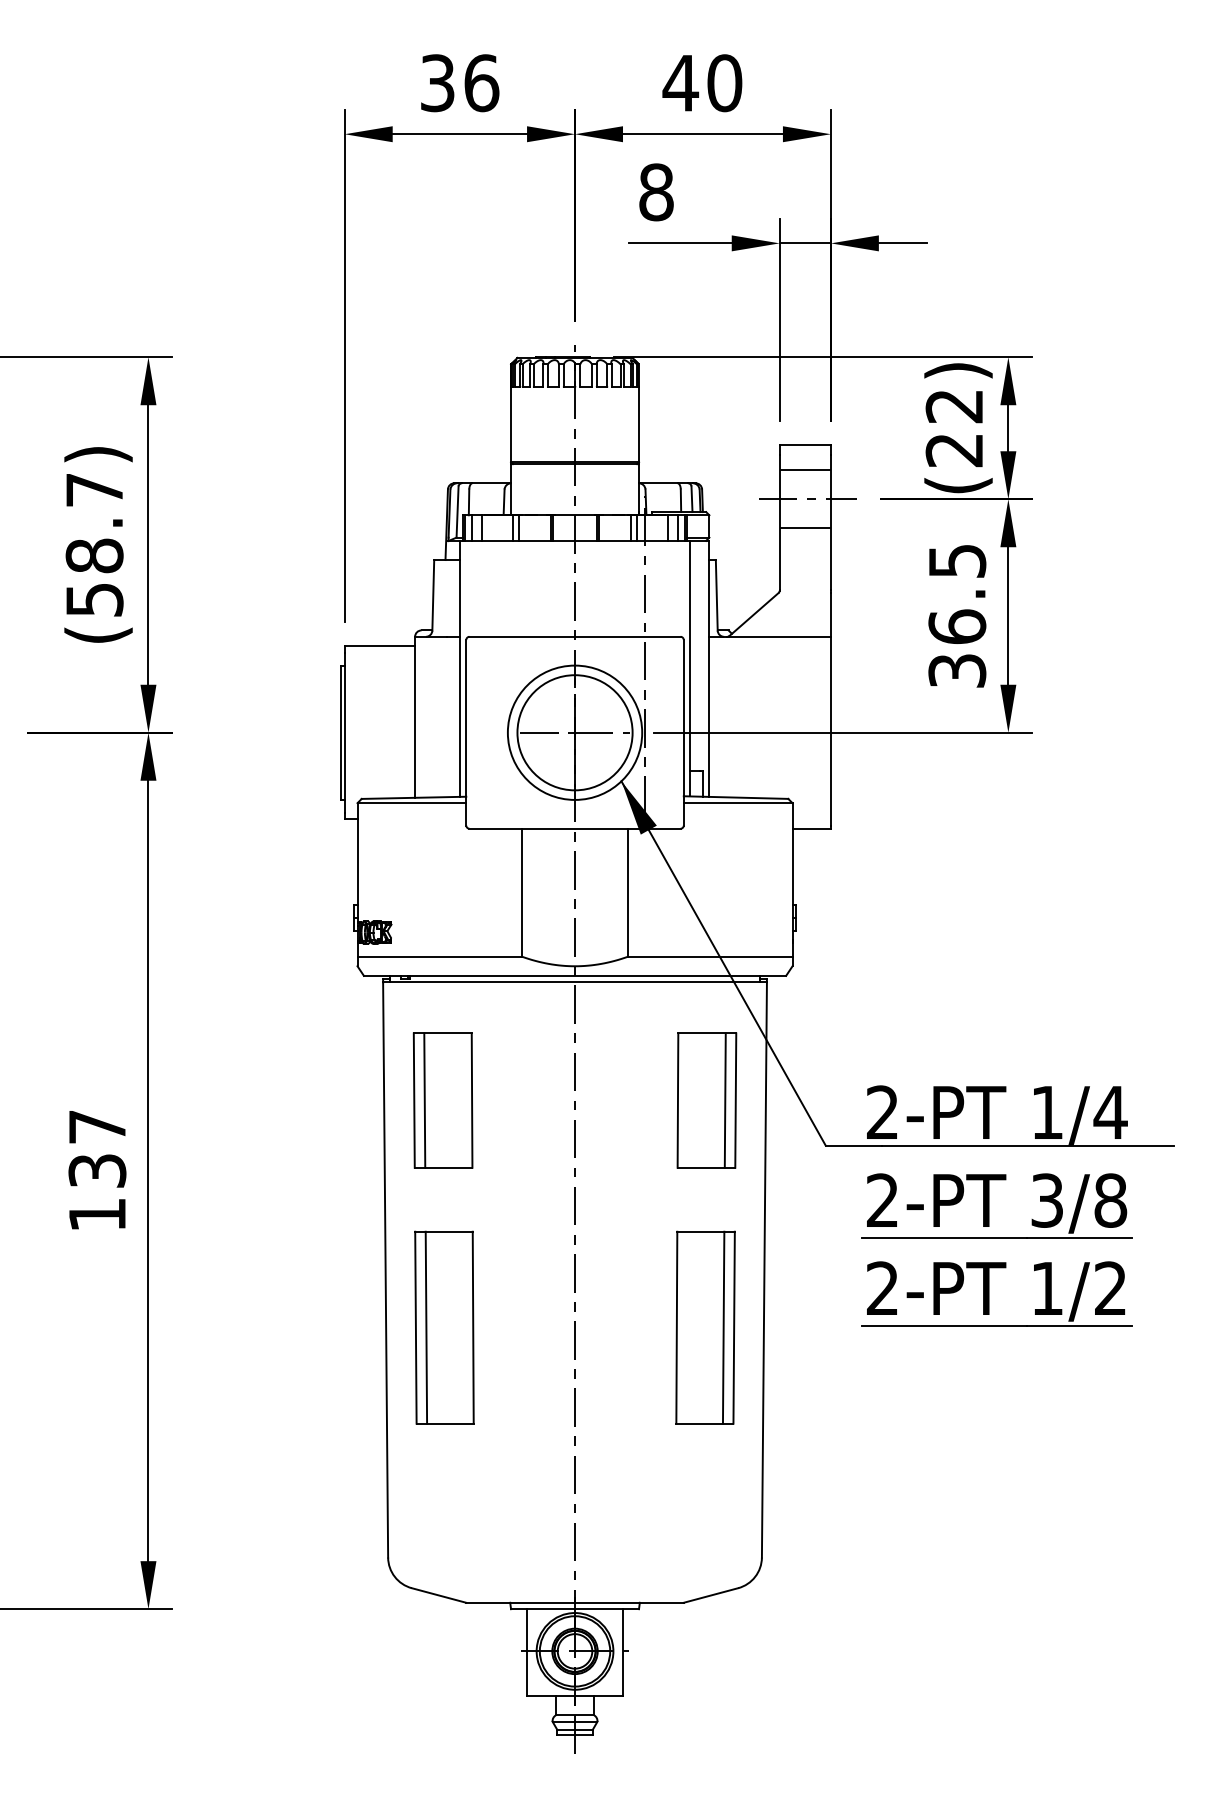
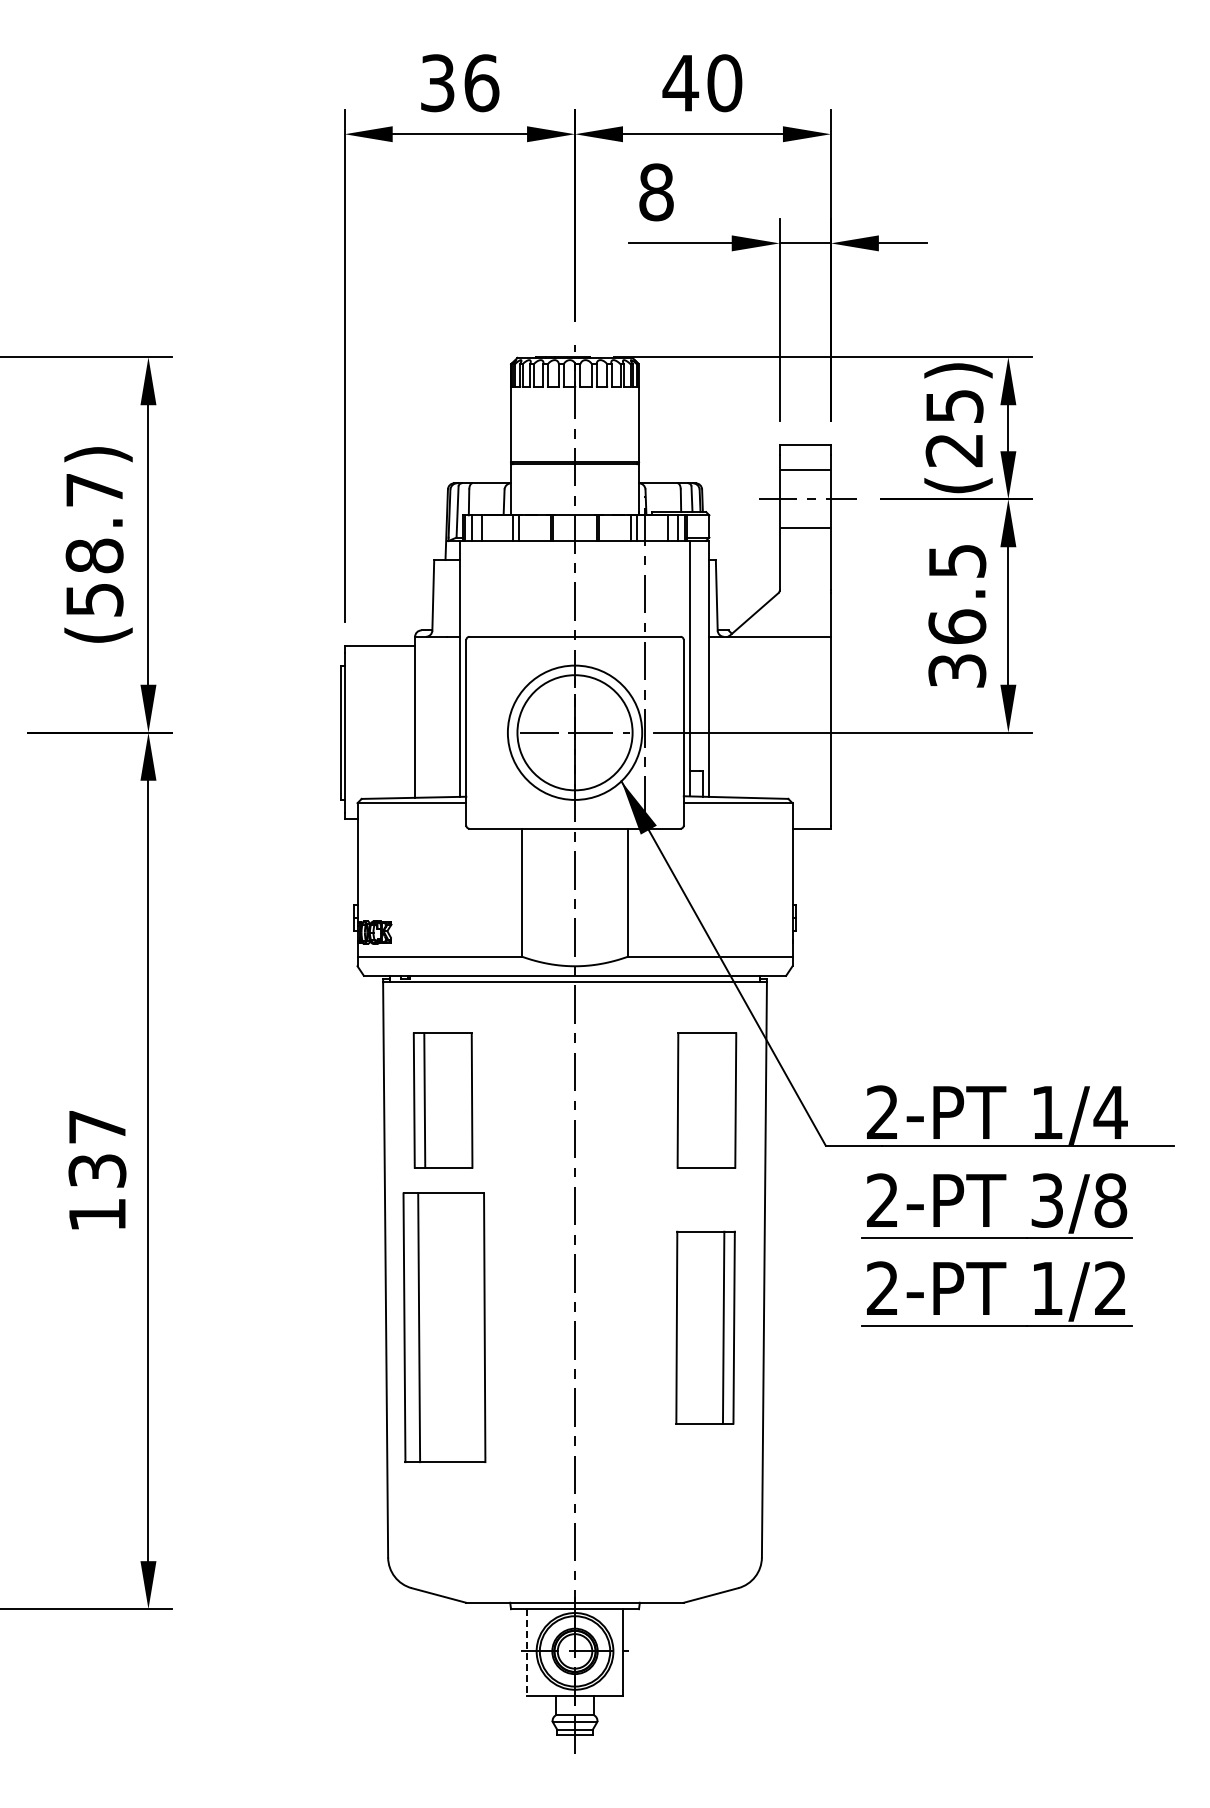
text at (954, 406): (22) -> (25)
line at (724, 1100): present -> none
part at (444, 1327) size: 61x195 px -> 85x271 px
line at (527, 1652): solid -> dashed
